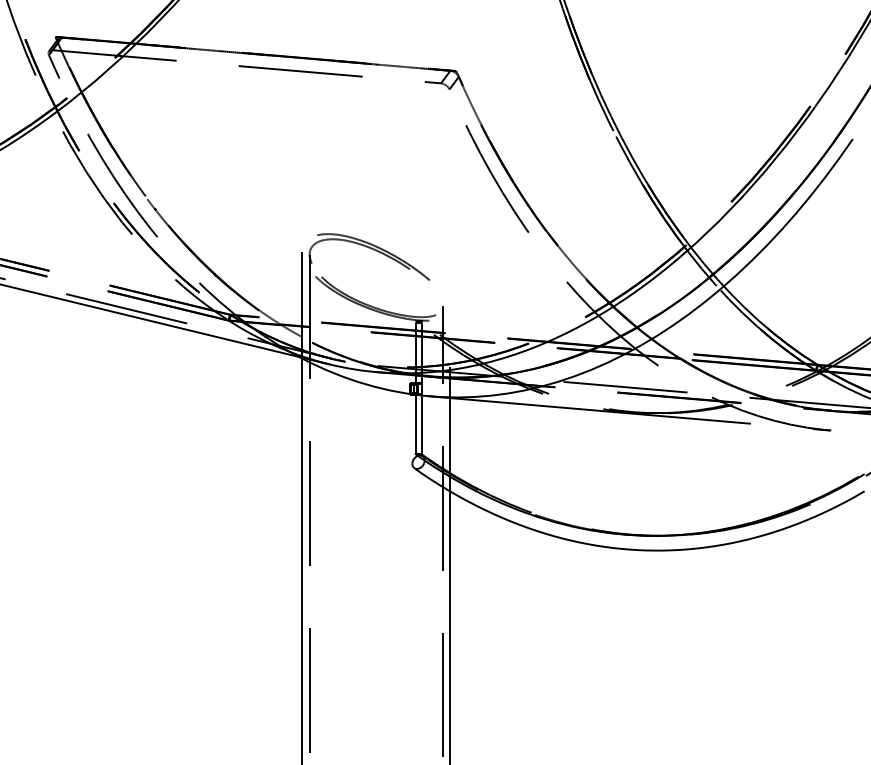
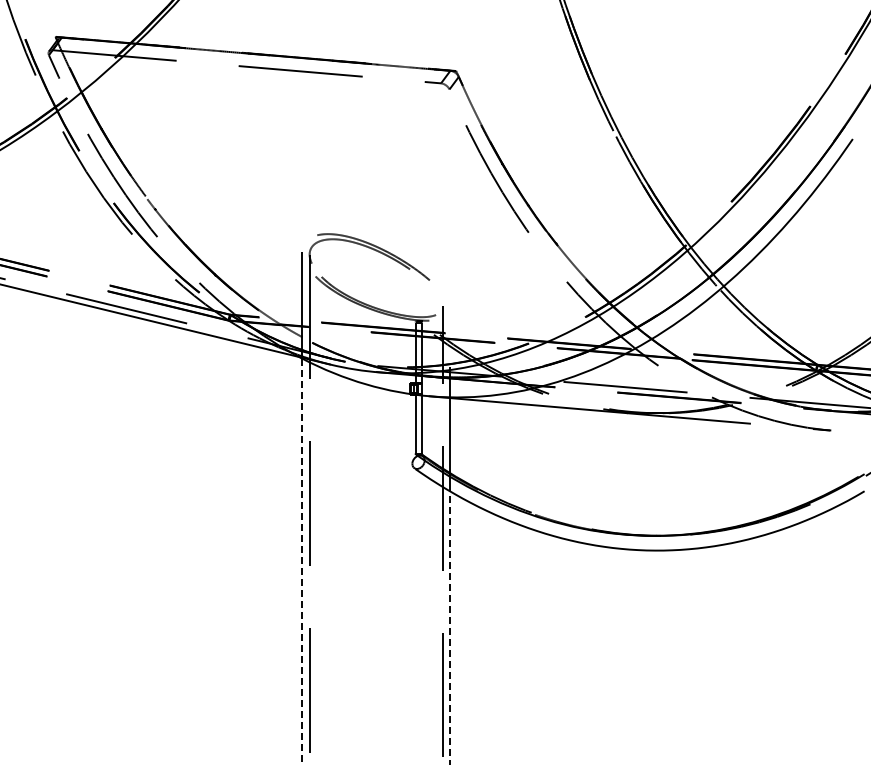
line at (302, 561): solid -> dashed
line at (450, 627): solid -> dashed
